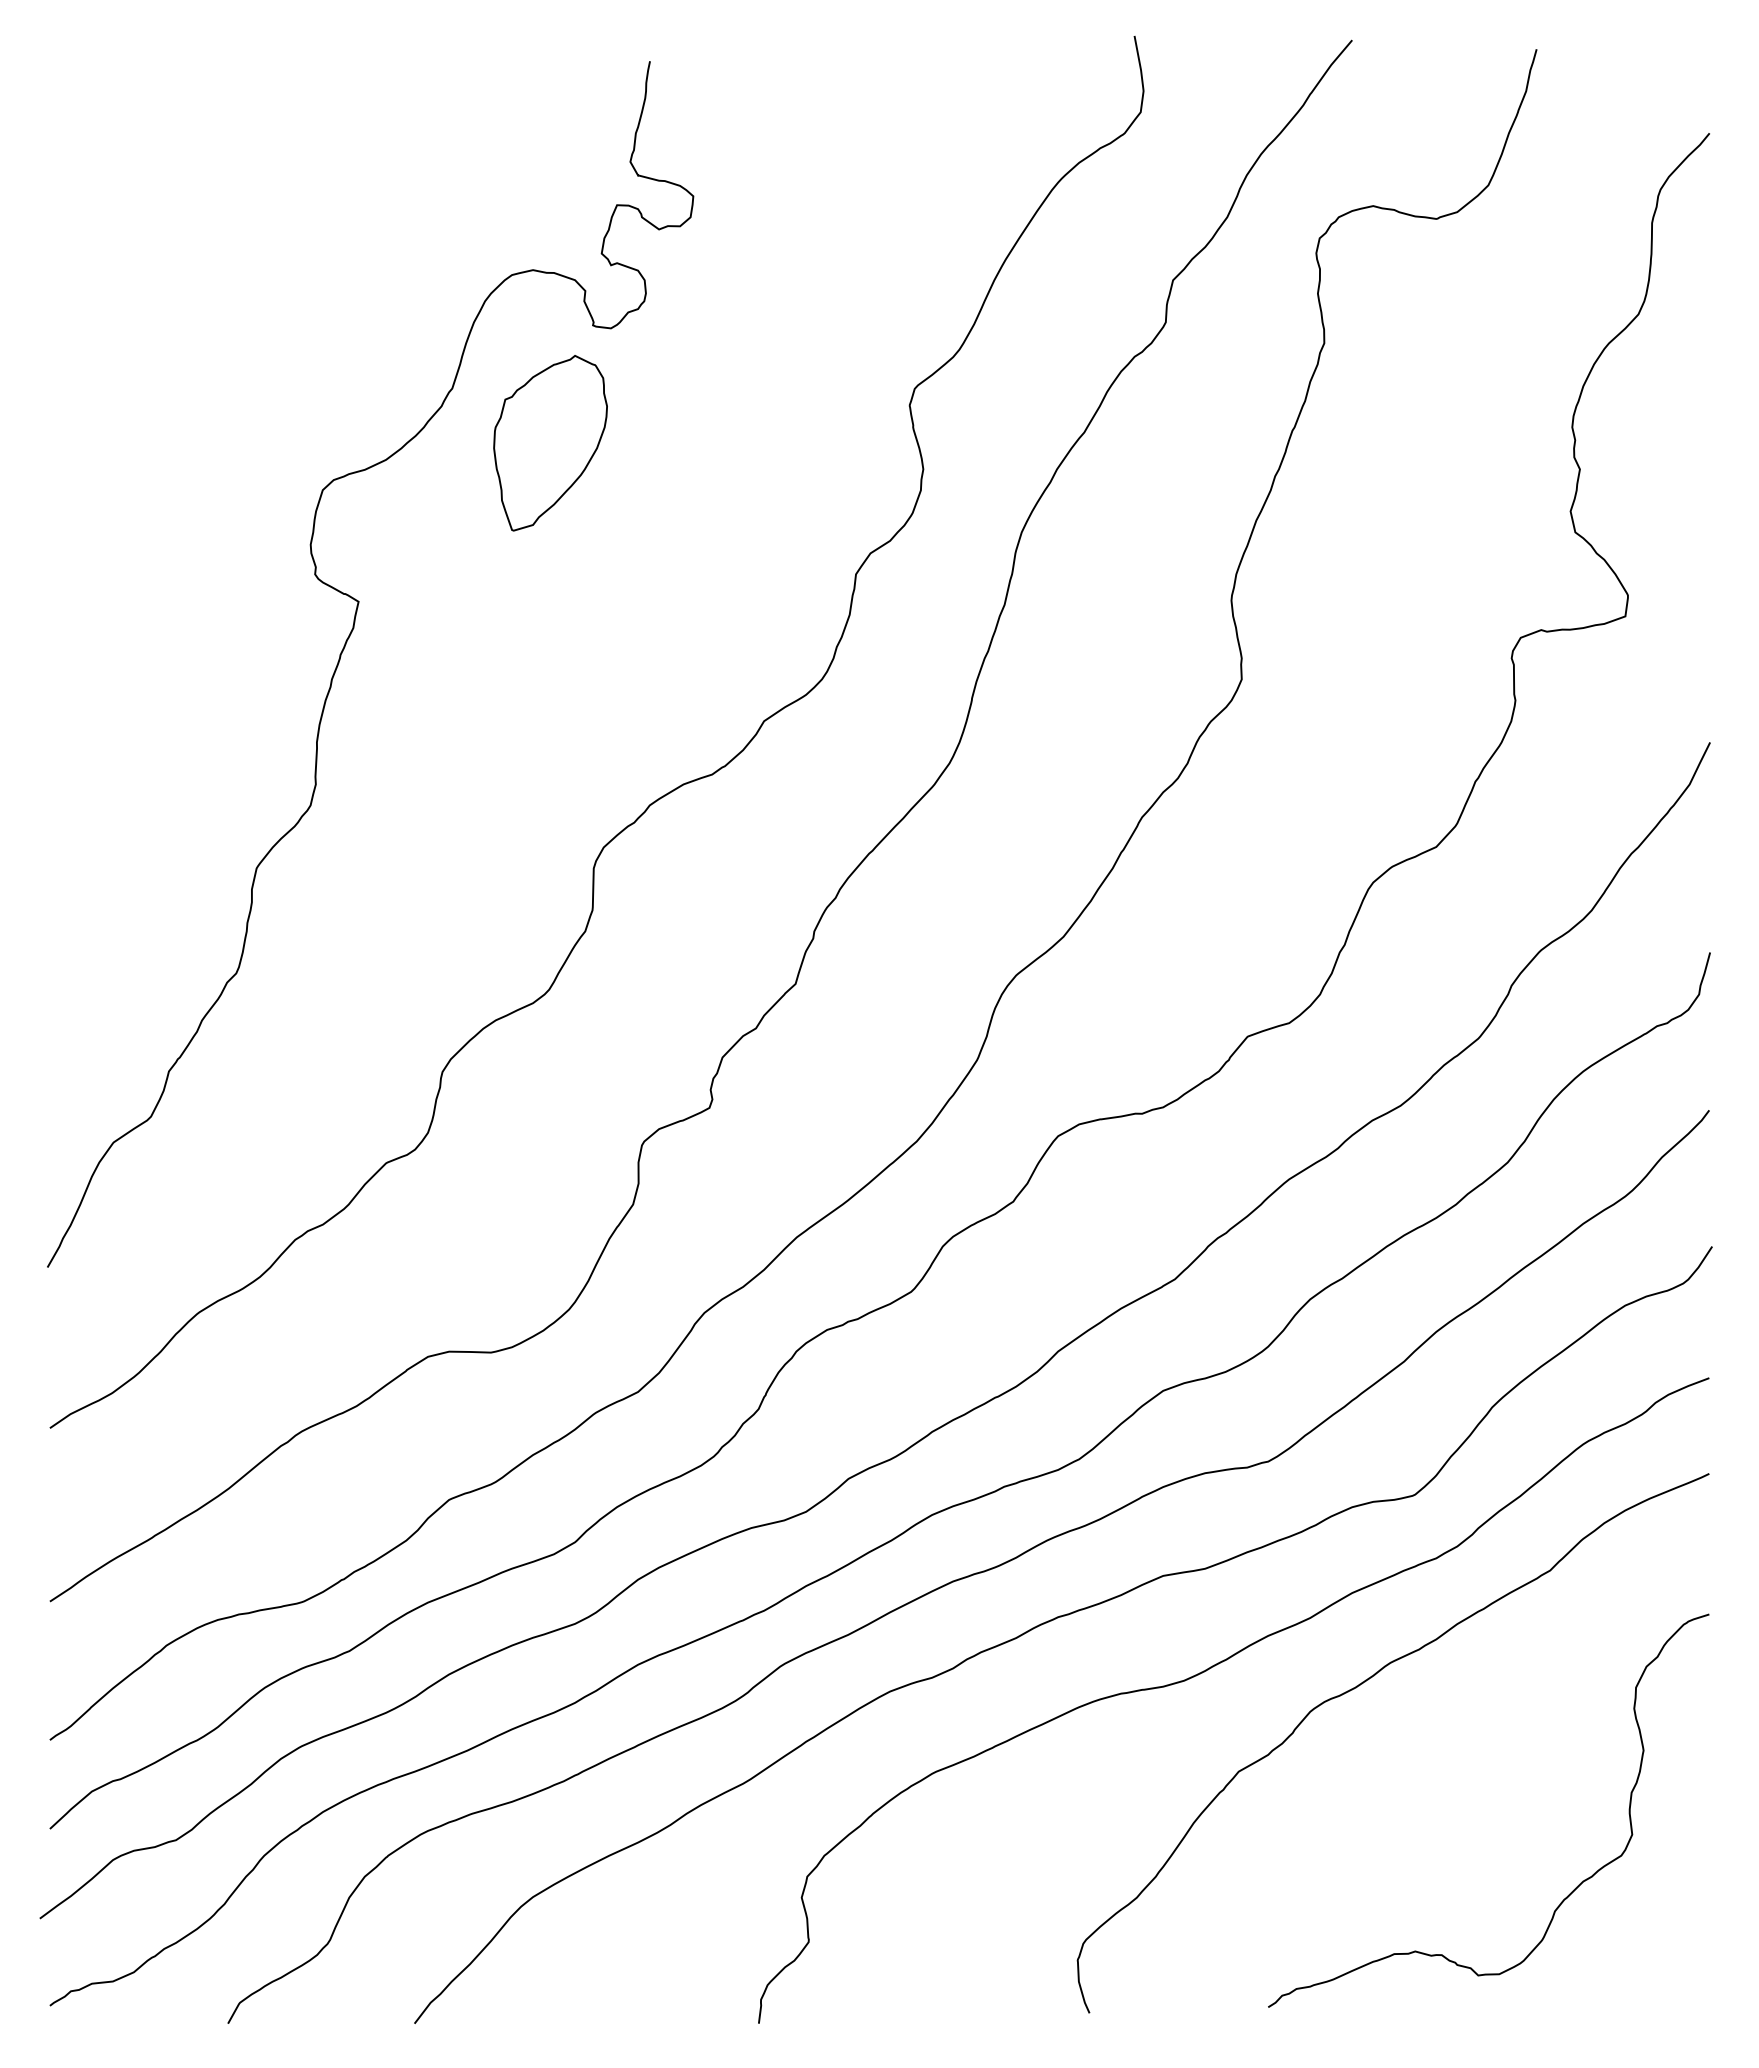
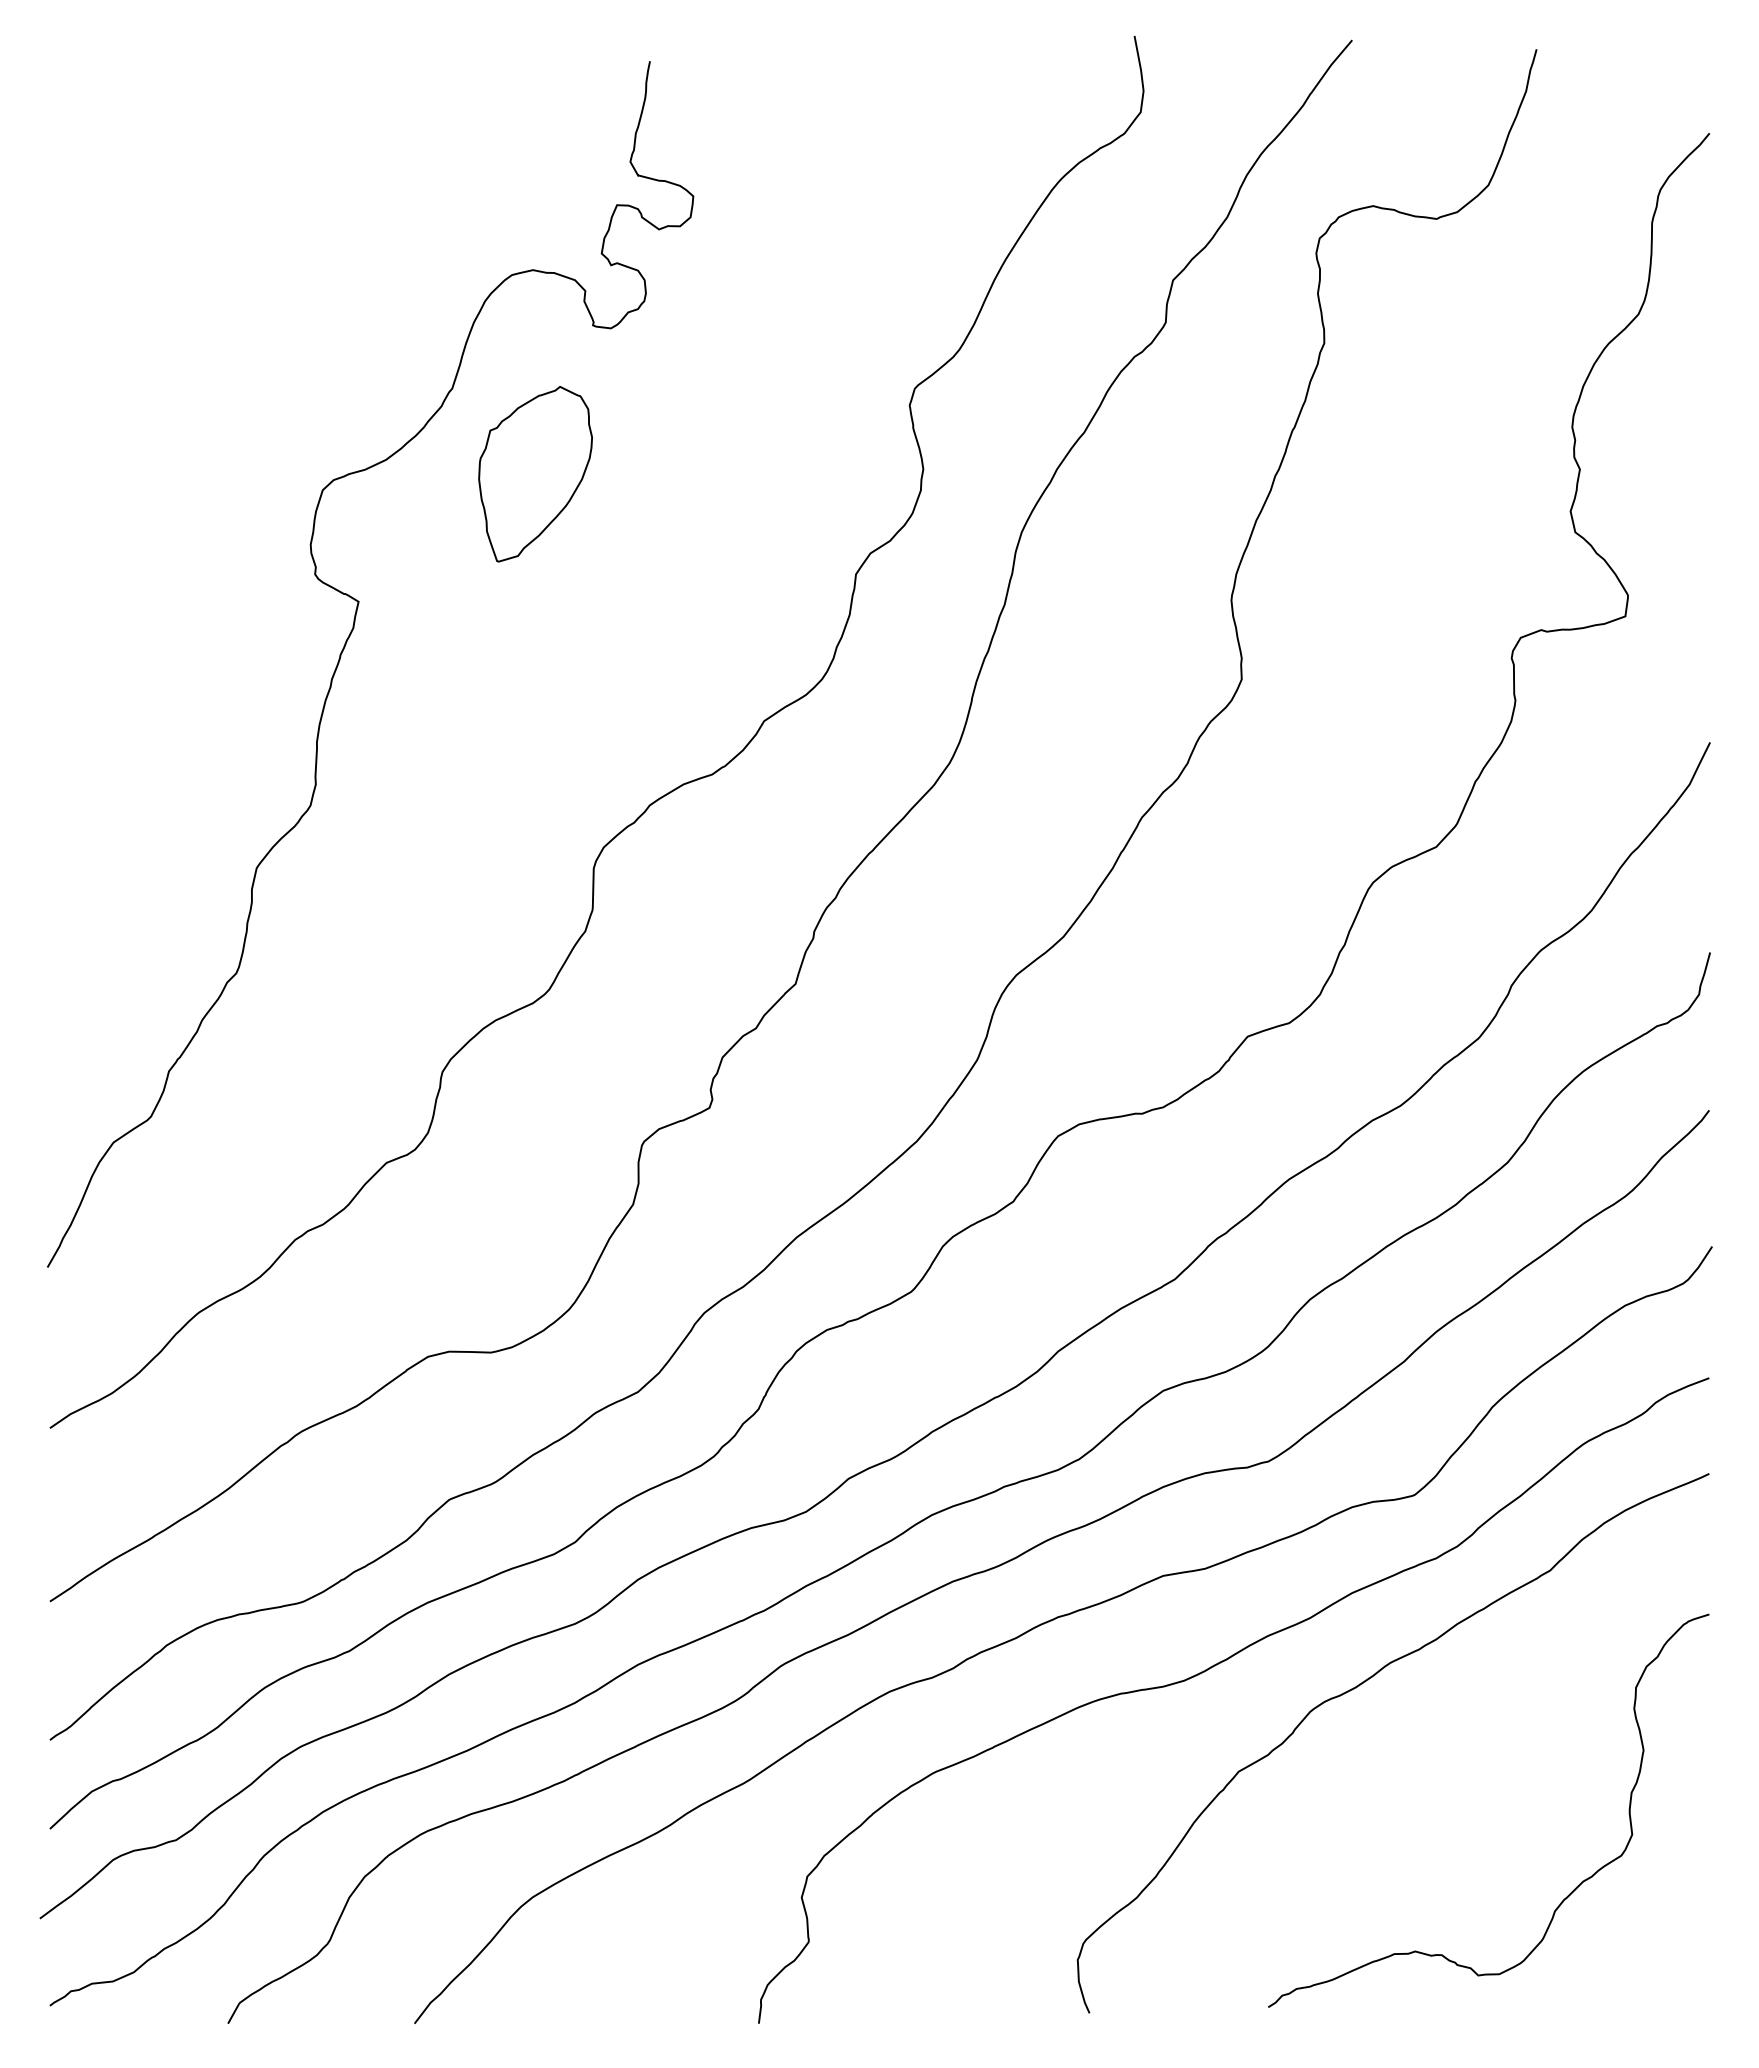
part at (550, 443) position: (550, 443) -> (535, 474)
